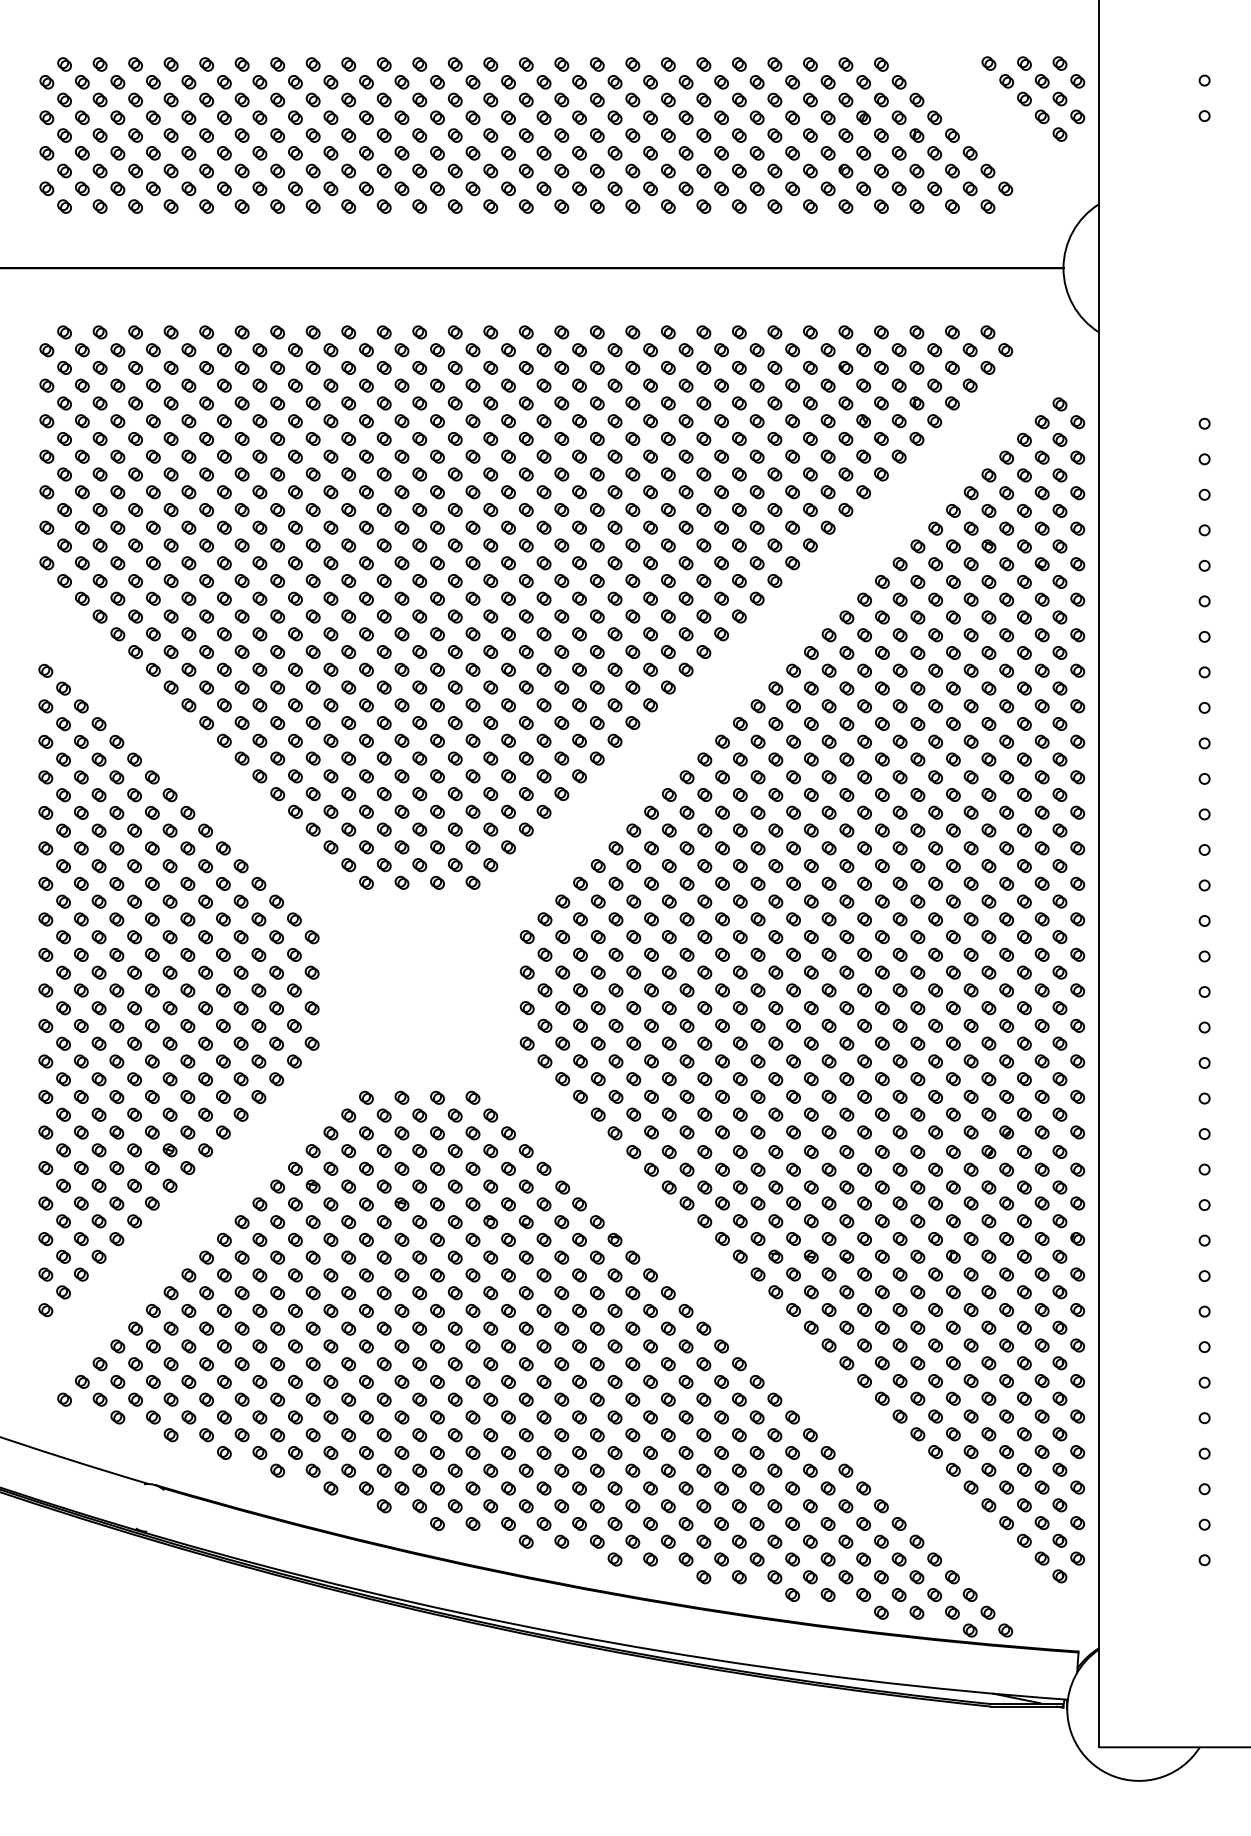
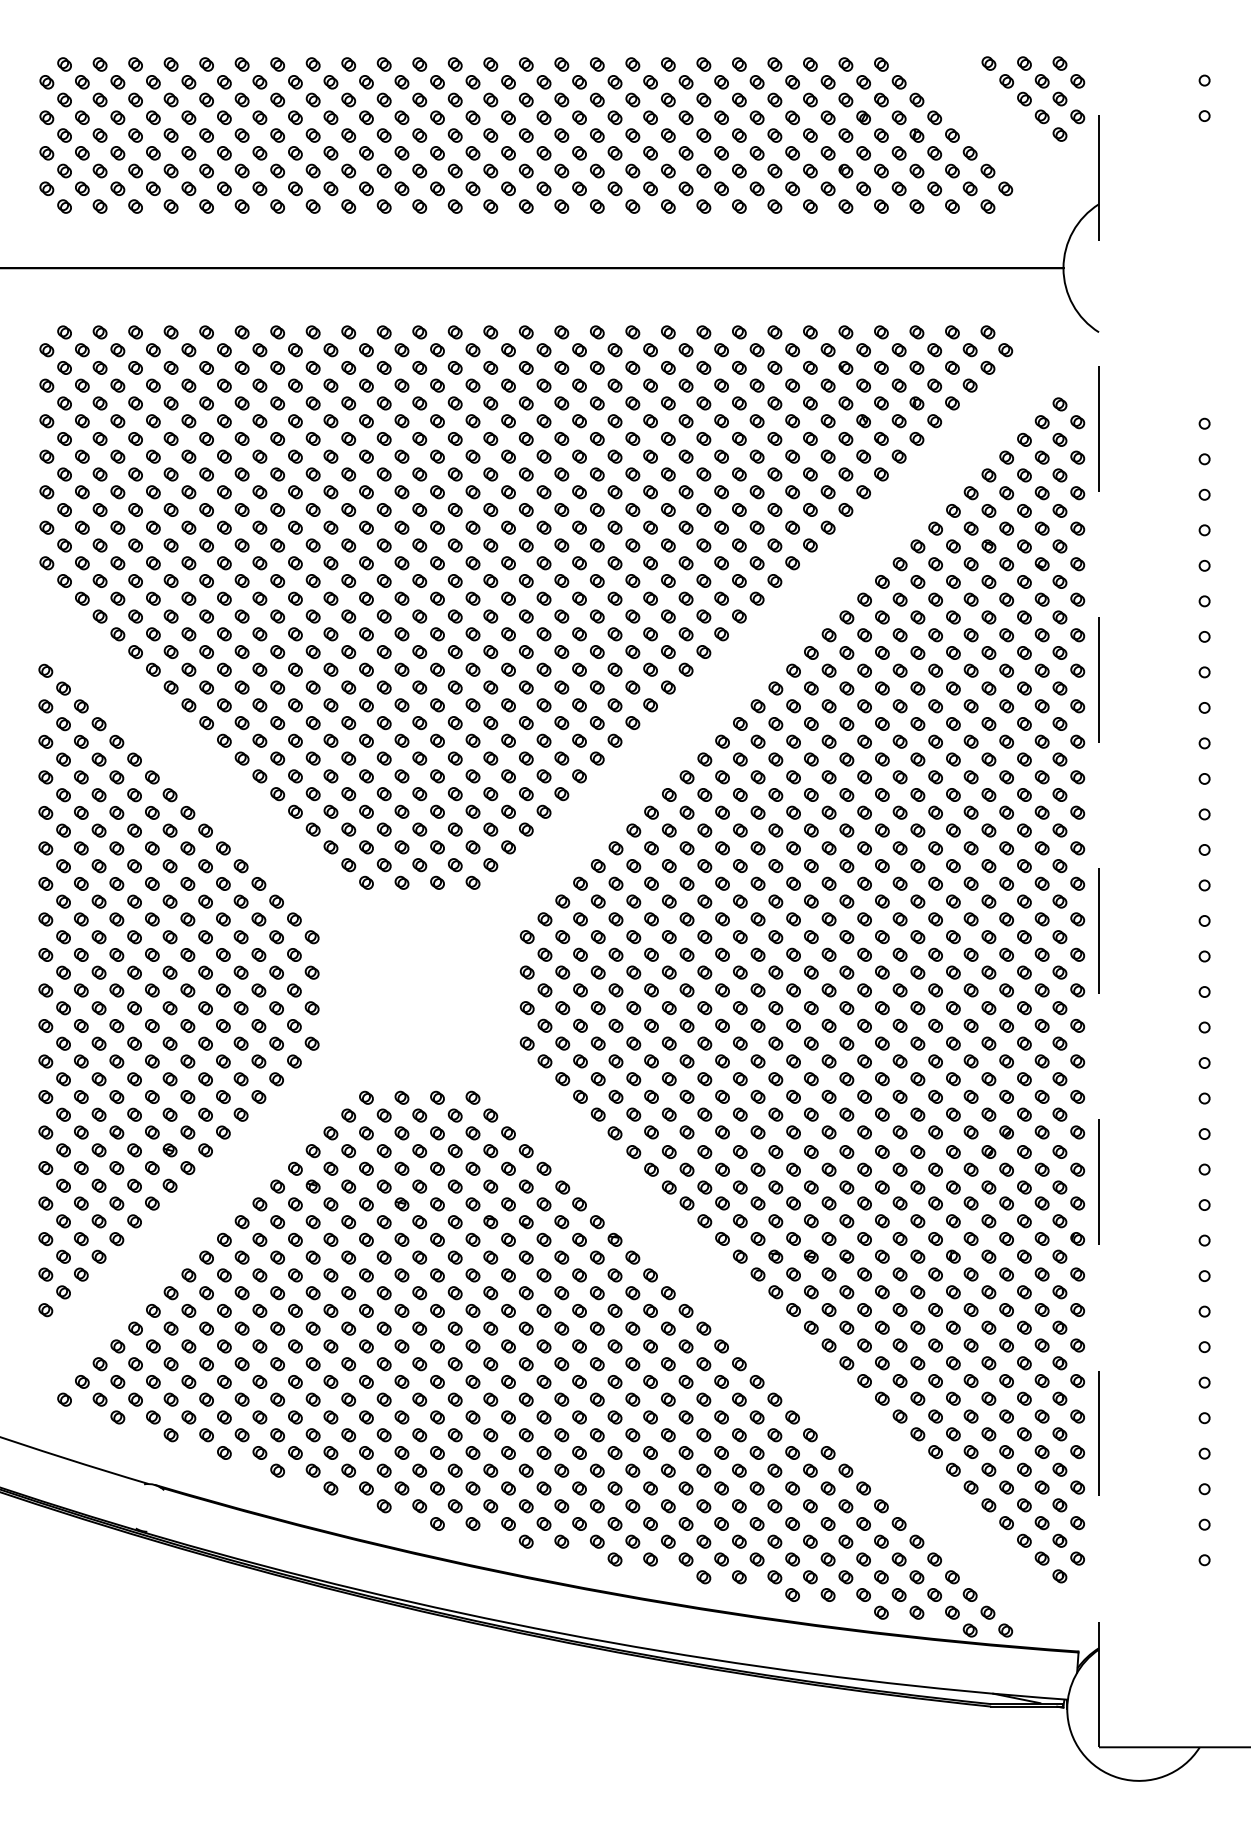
line at (1099, 873): solid -> dashed
